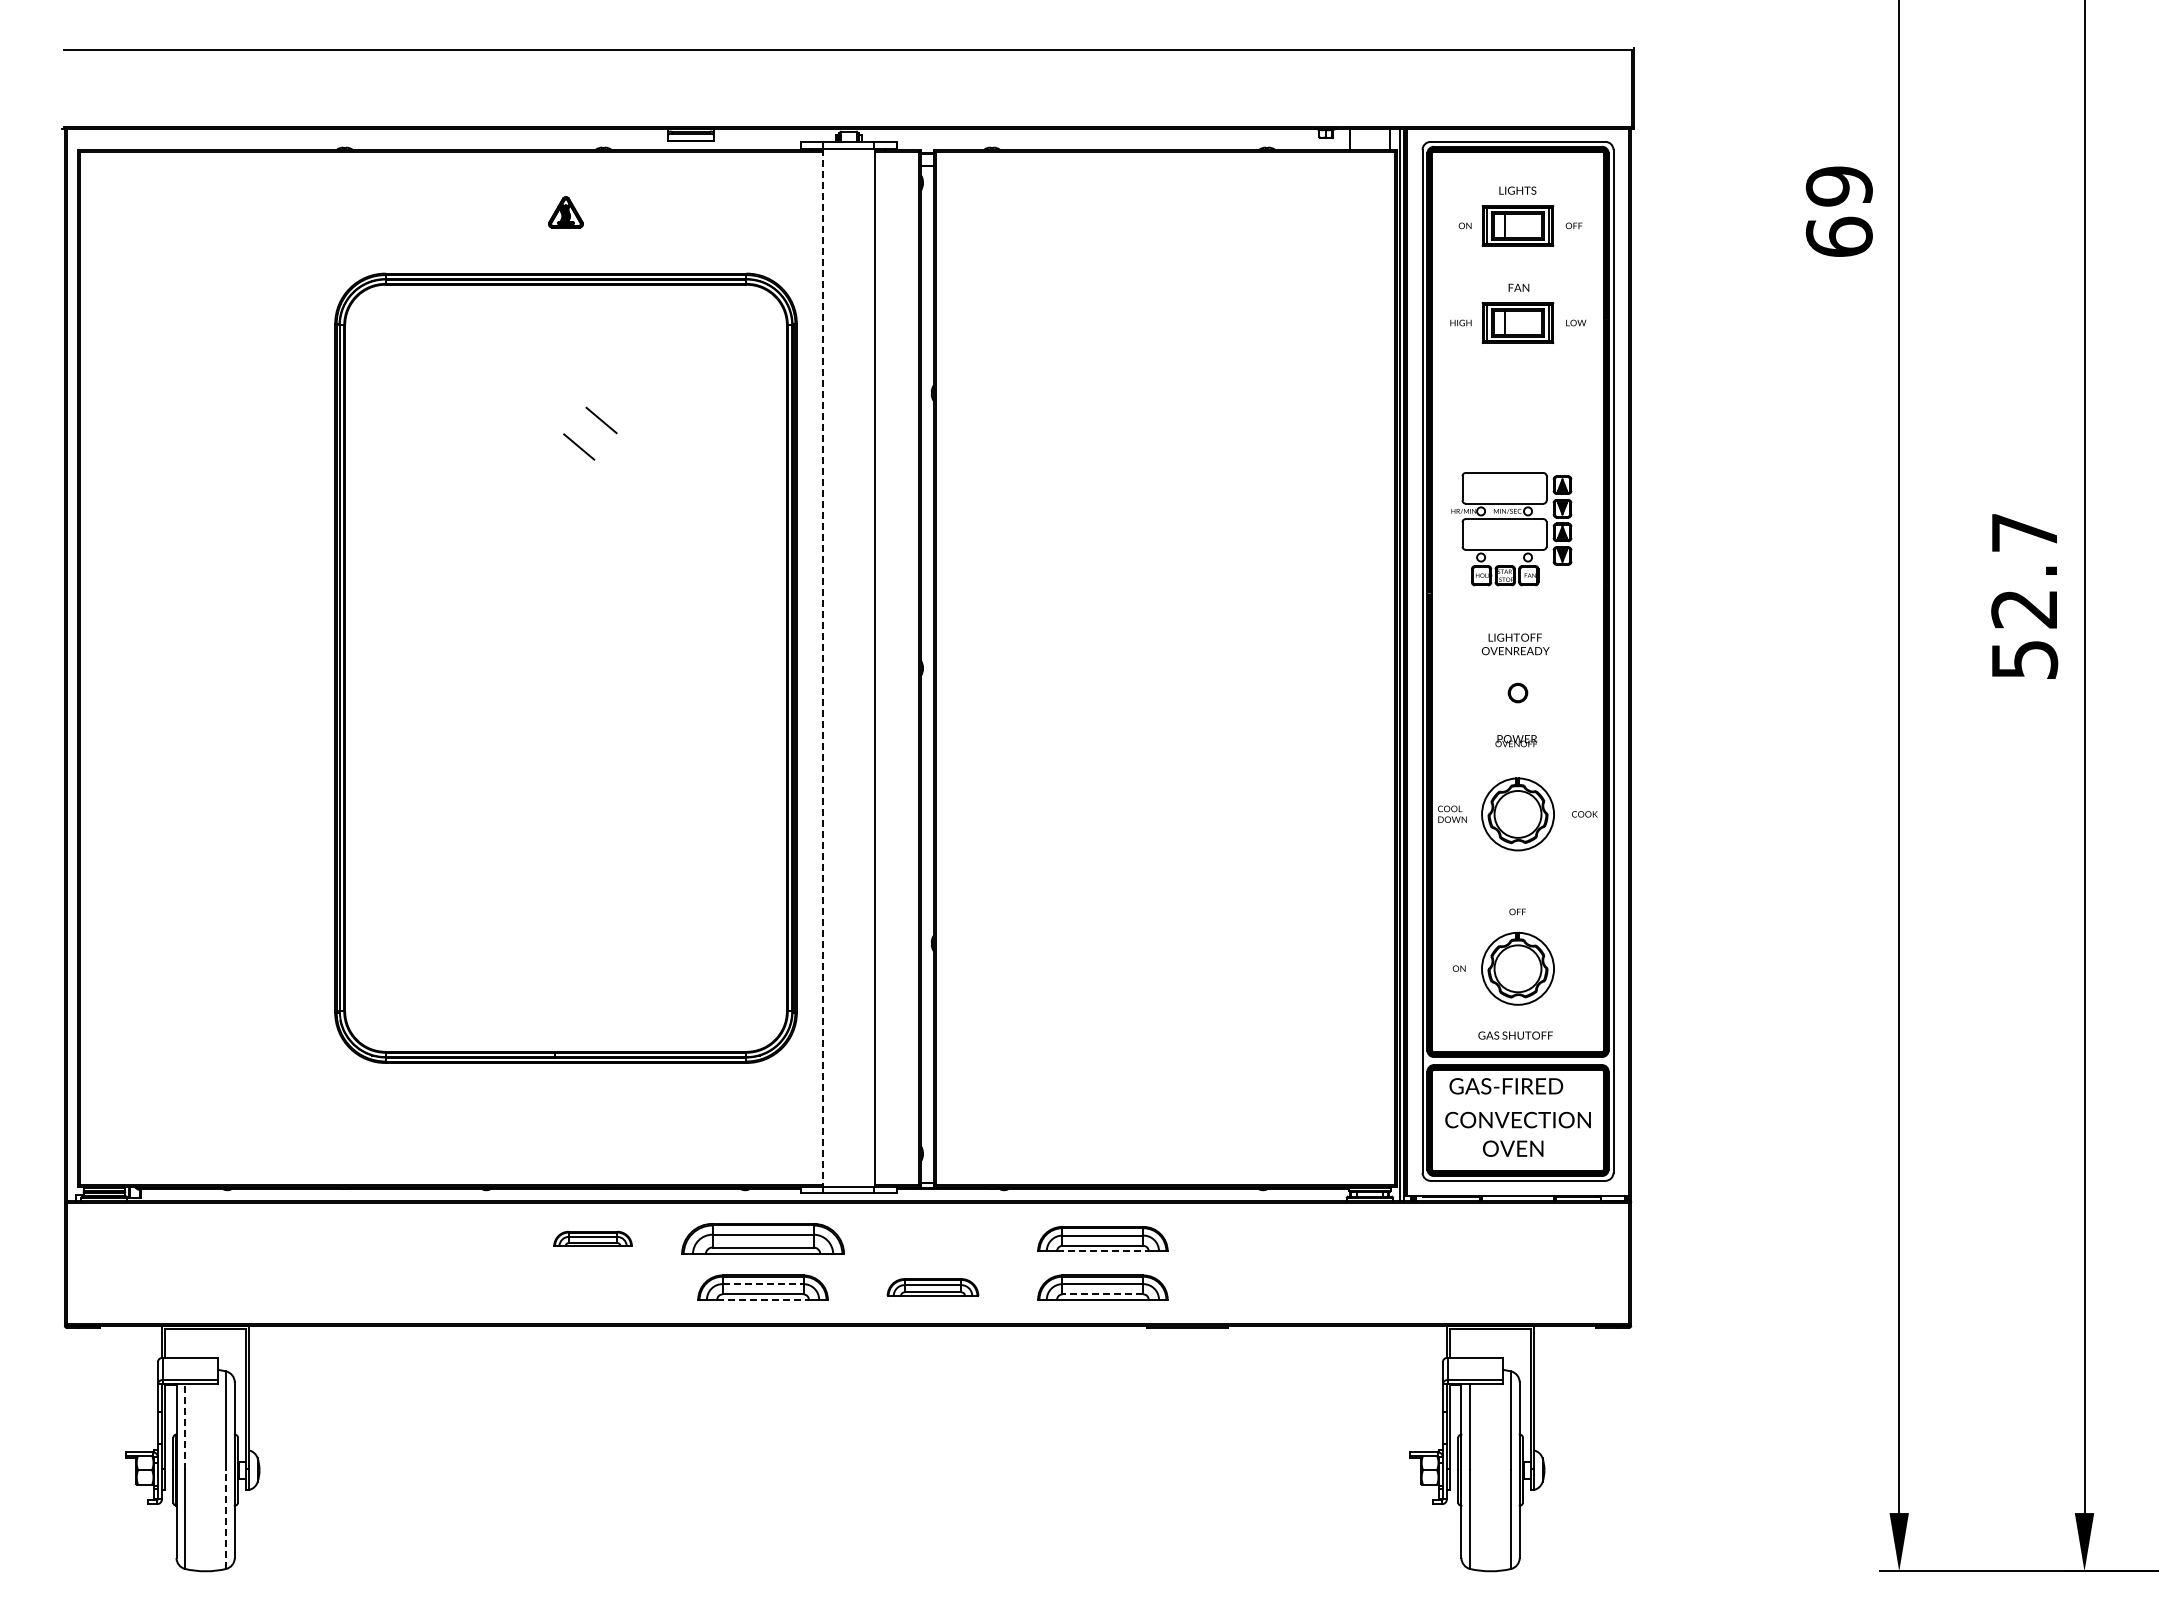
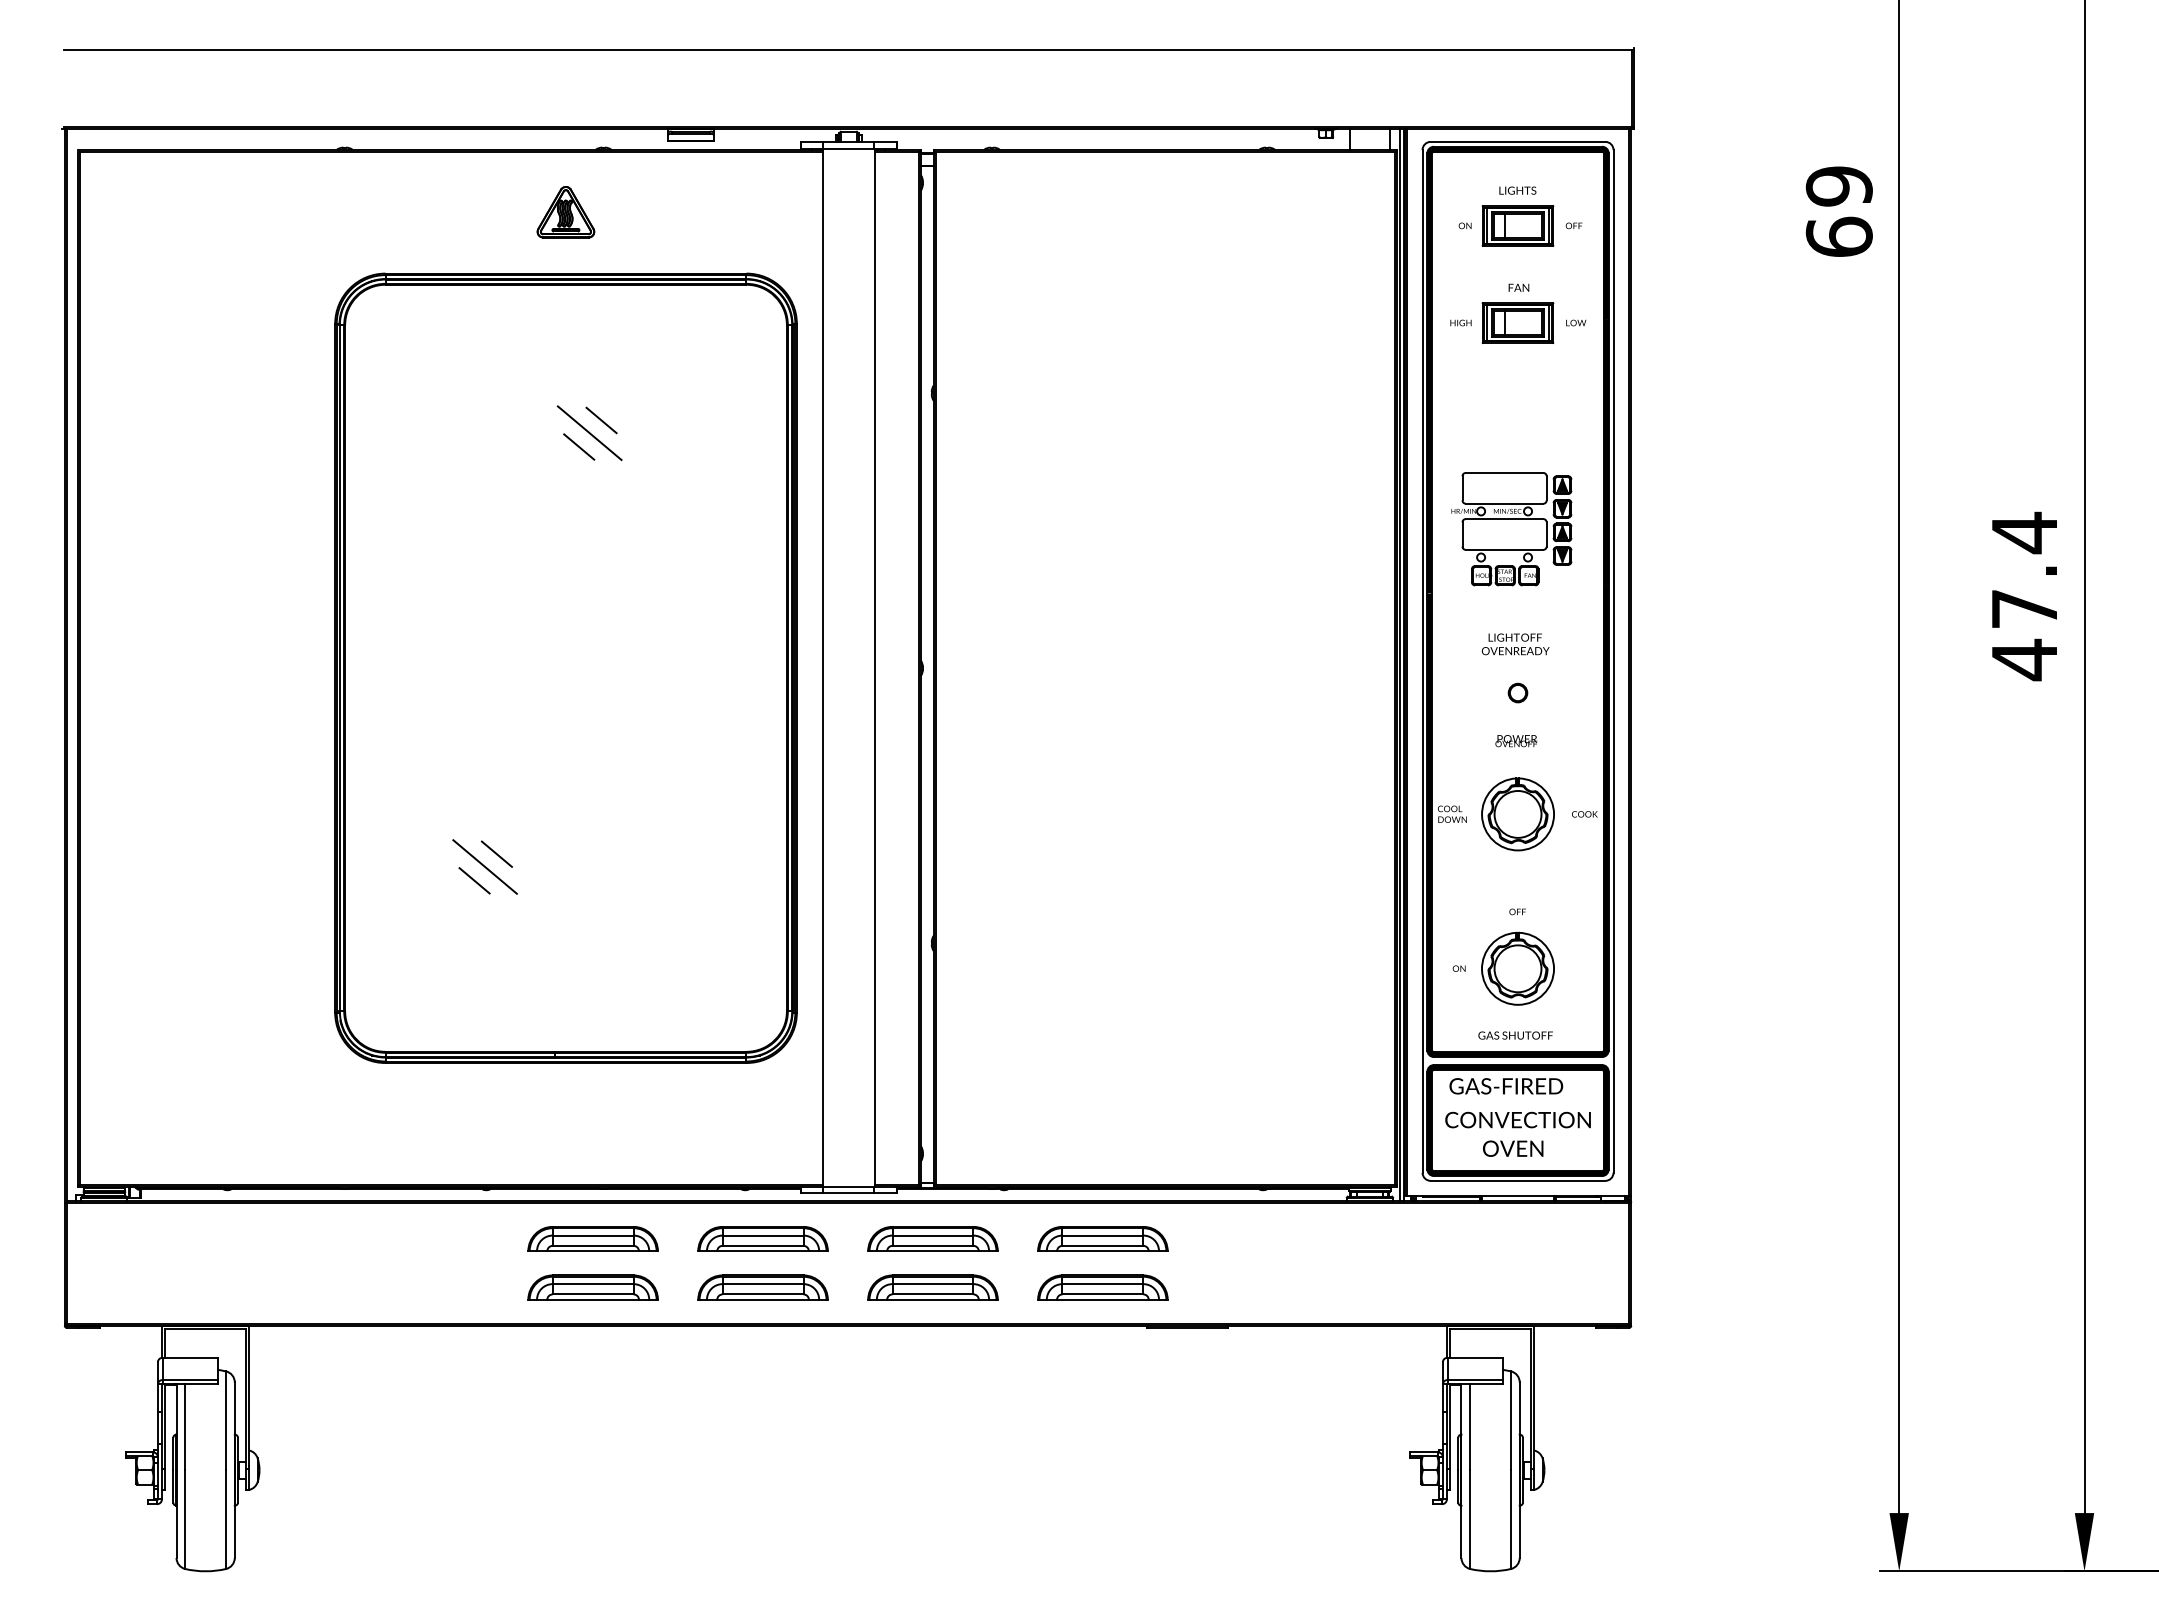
part at (565, 212) size: 36x33 px -> 60x53 px
line at (589, 433): none -> present
text at (2024, 596): 52.7 -> 47.4
line at (822, 668): dashed -> solid
line at (496, 853): none -> present
line at (484, 866): none -> present
line at (474, 880): none -> present
part at (592, 1238) size: 80x17 px -> 132x26 px
part at (762, 1238) size: 164x32 px -> 132x26 px
part at (932, 1238): none -> present
line at (1102, 1251): dashed -> solid
line at (763, 1284): dashed -> solid
part at (592, 1287): none -> present
part at (932, 1287) size: 94x19 px -> 132x27 px
line at (1102, 1294): dashed -> solid
line at (763, 1299): dashed -> solid
line at (185, 1426): dashed -> solid
line at (226, 1519): dashed -> solid
